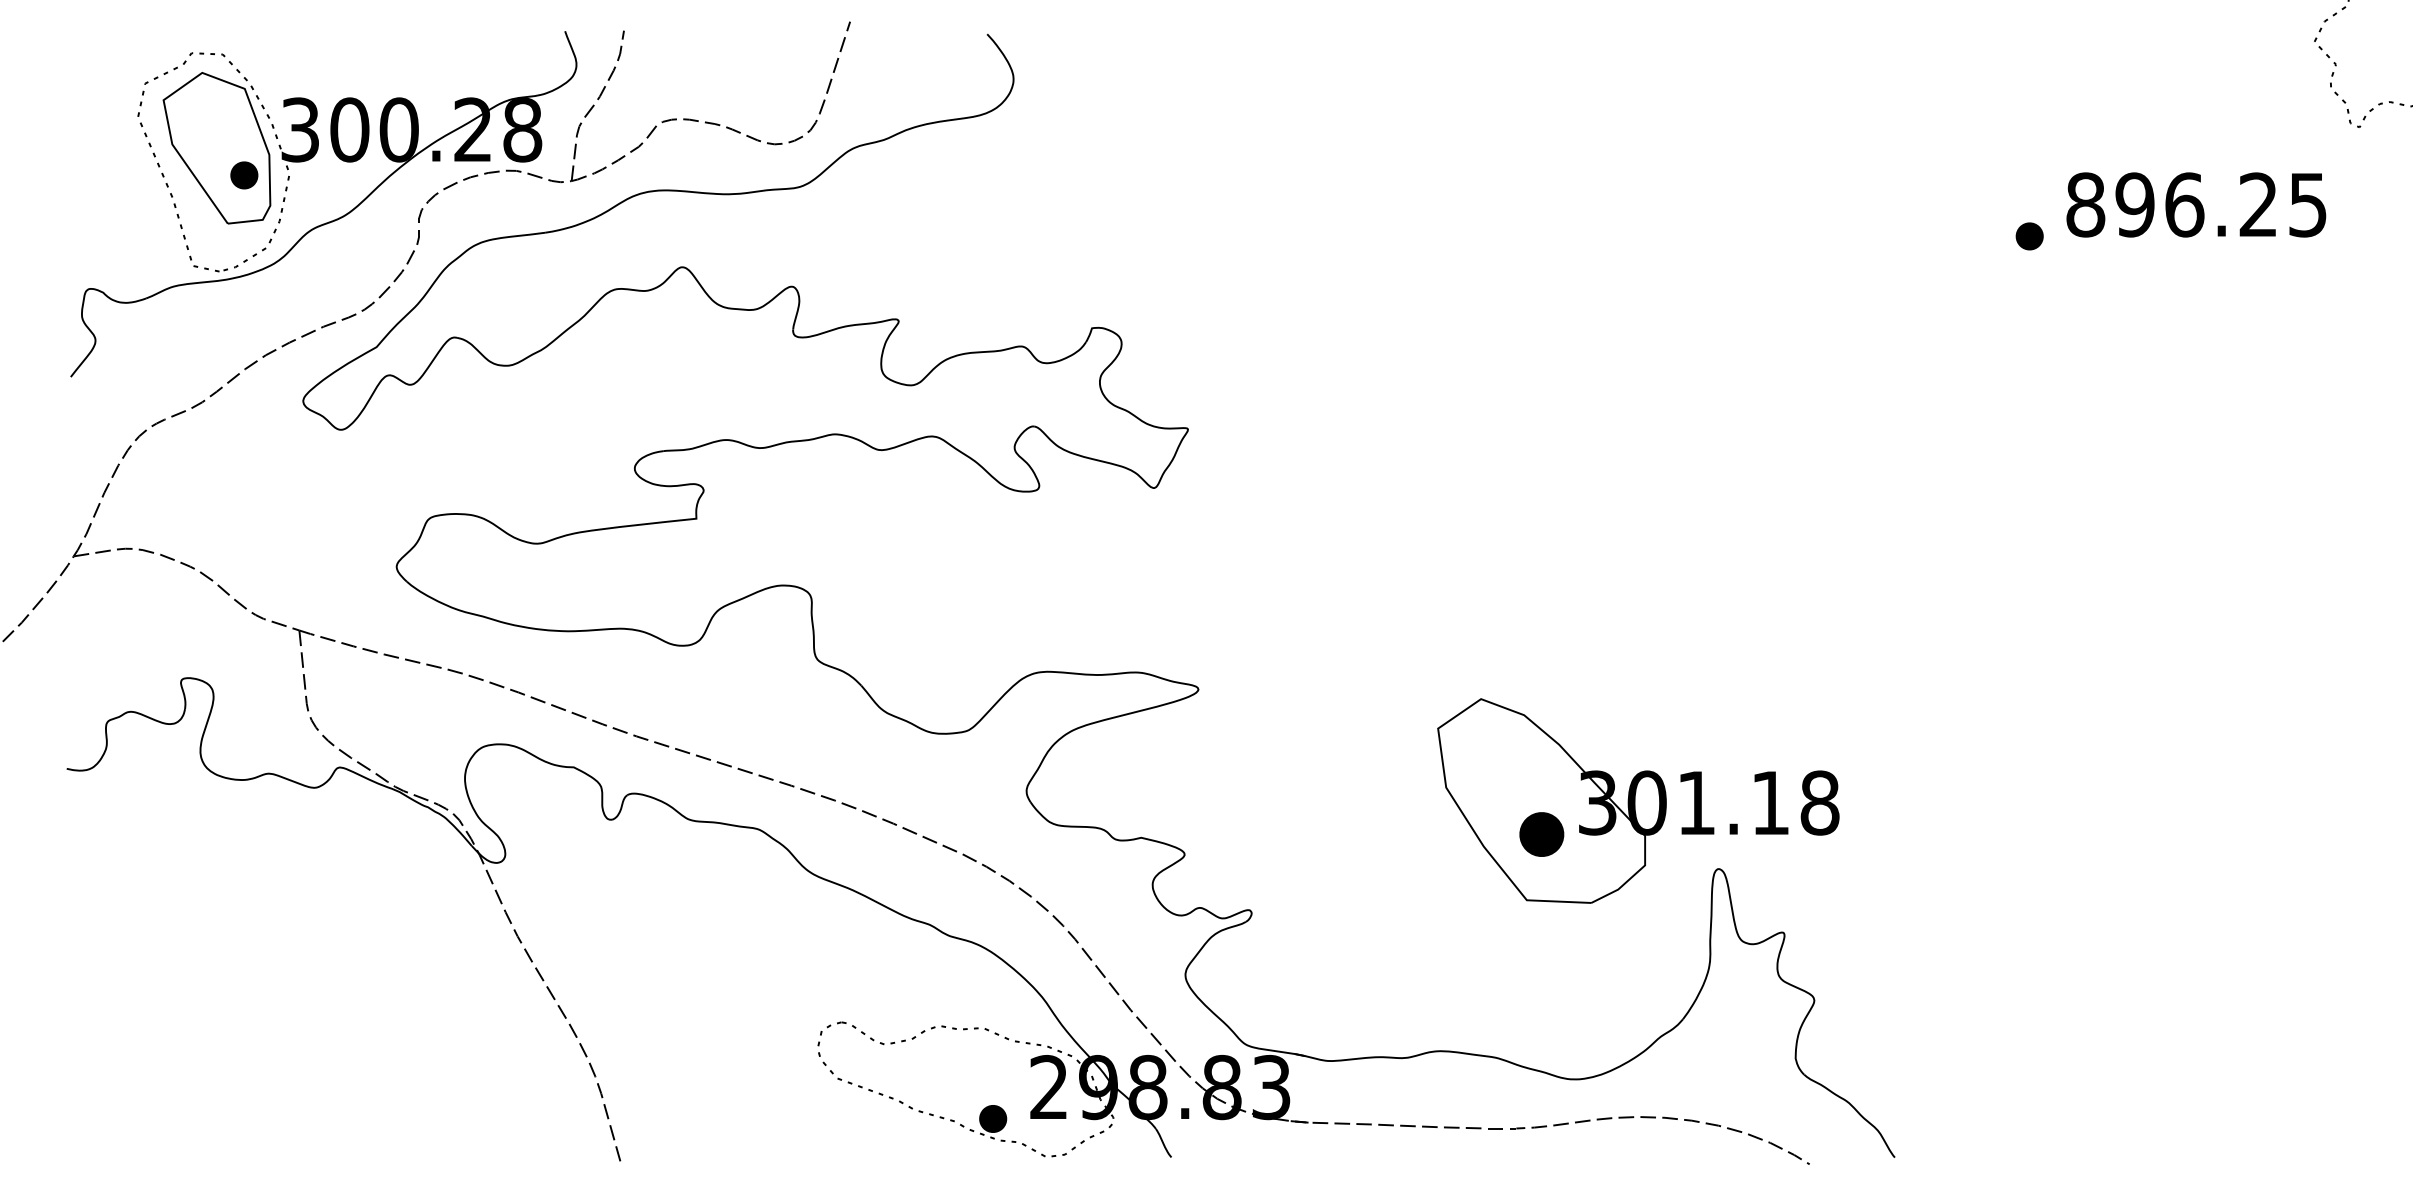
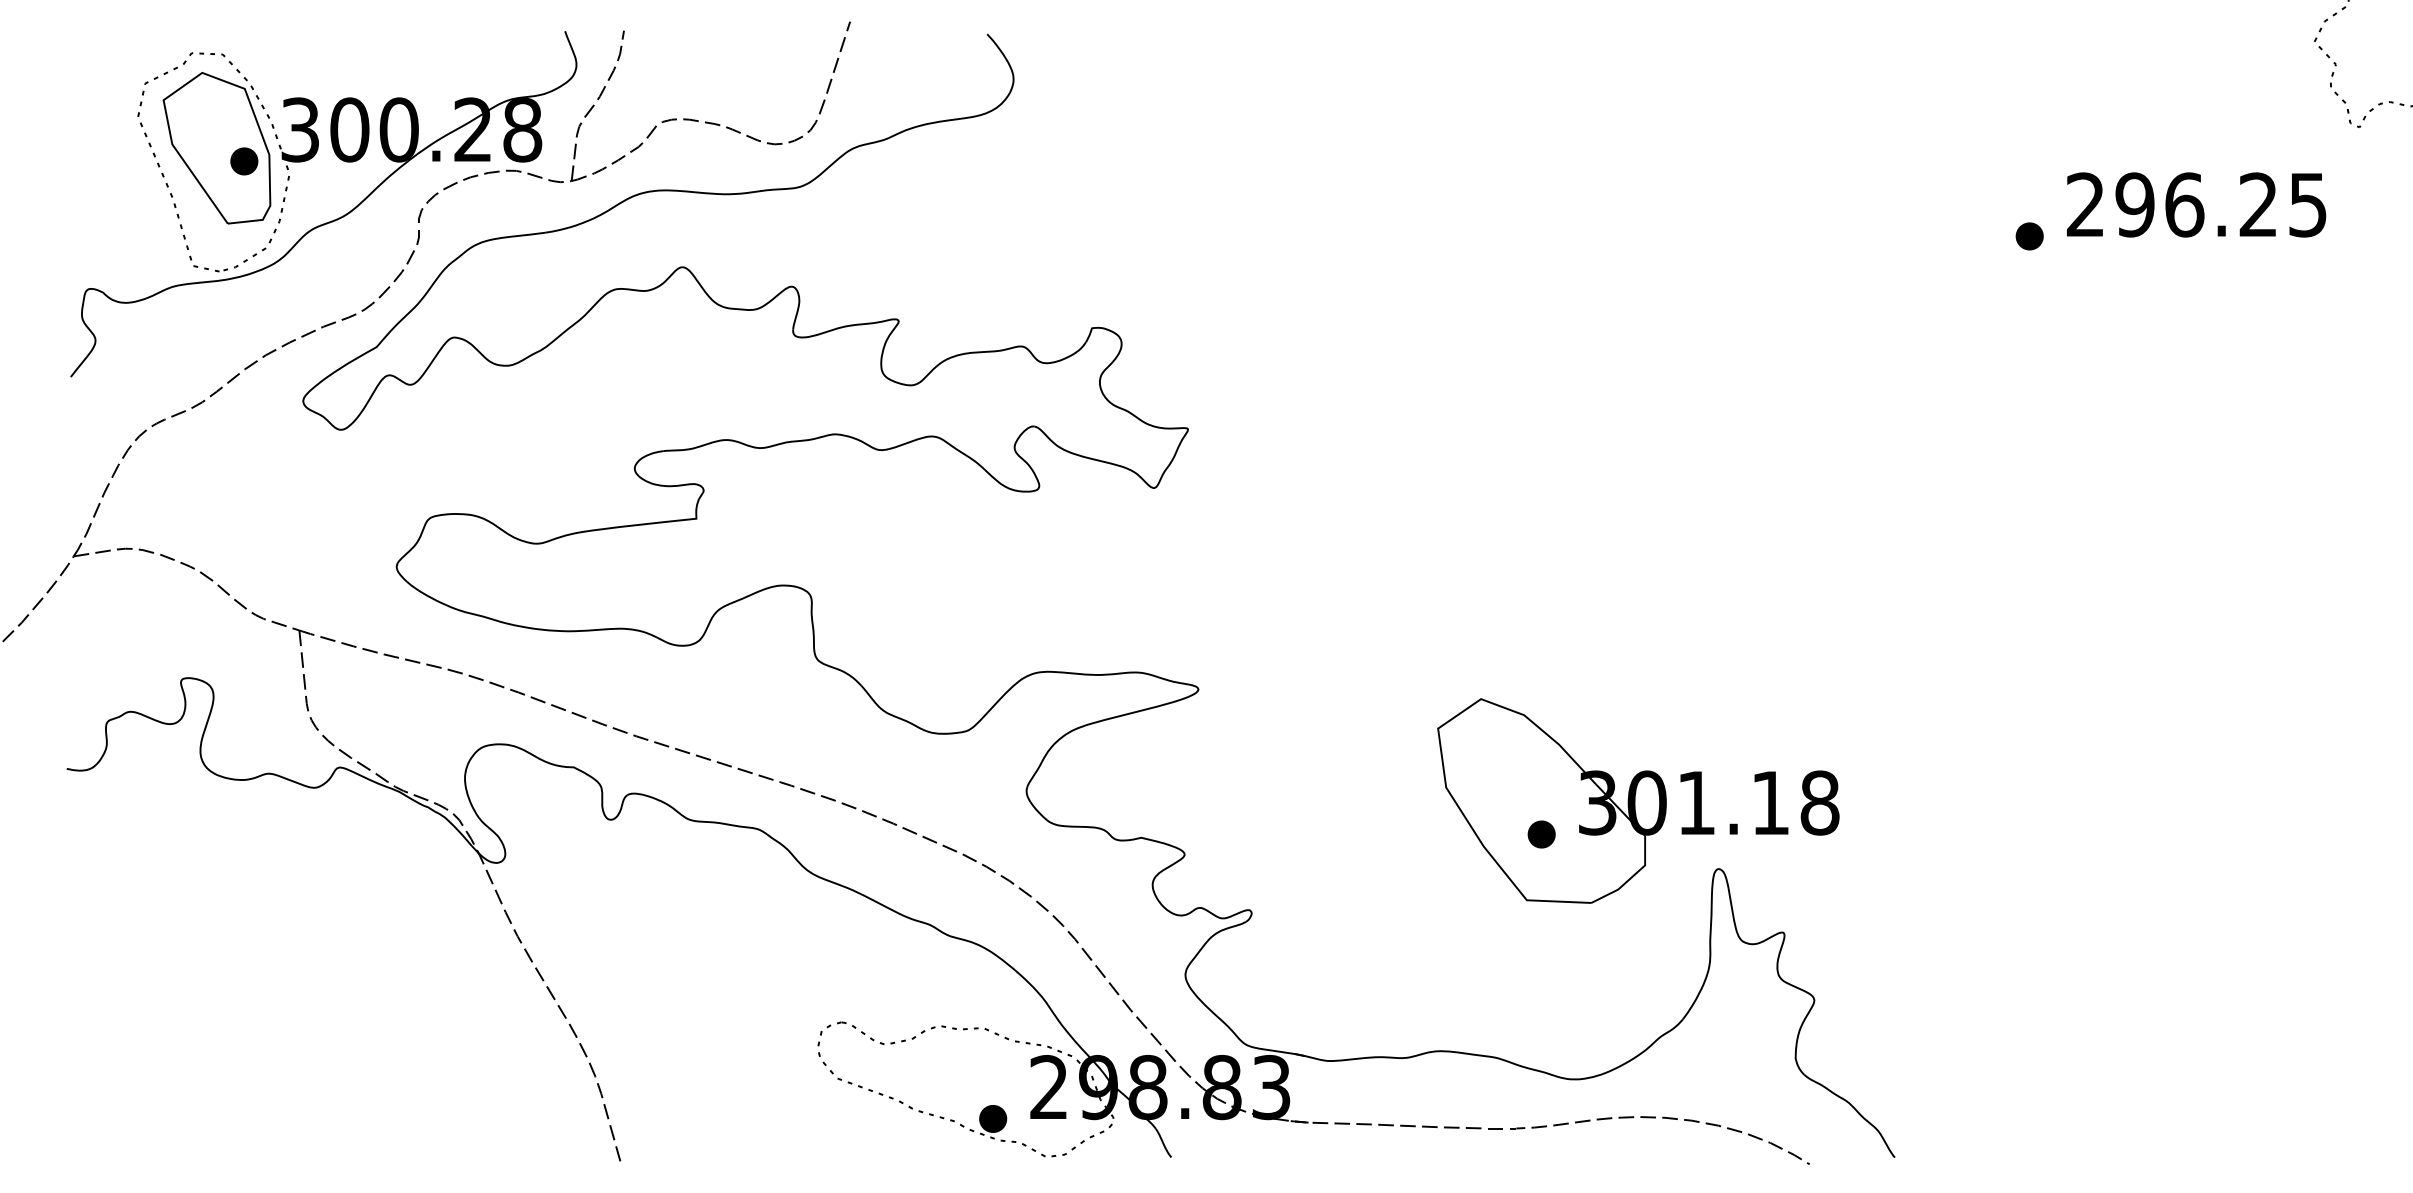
part at (244, 175) position: (244, 175) -> (244, 161)
text at (2085, 204): 896.25 -> 296.25
part at (1541, 834) size: 46x45 px -> 29x29 px
